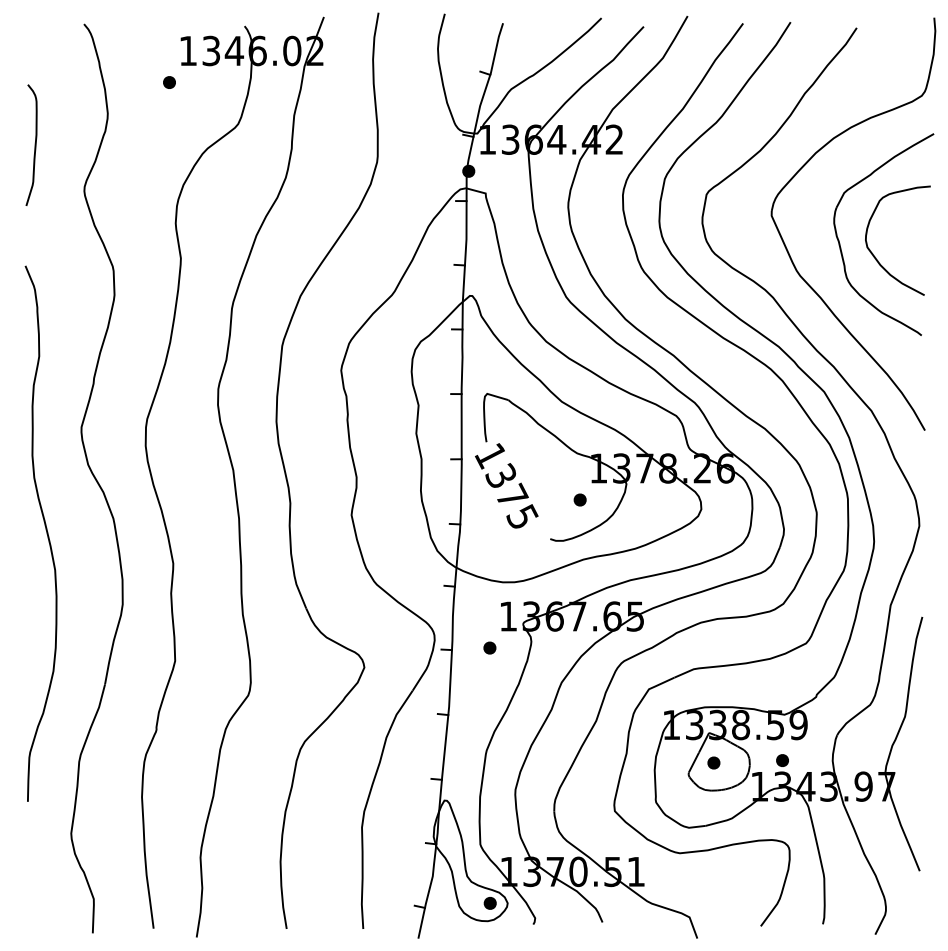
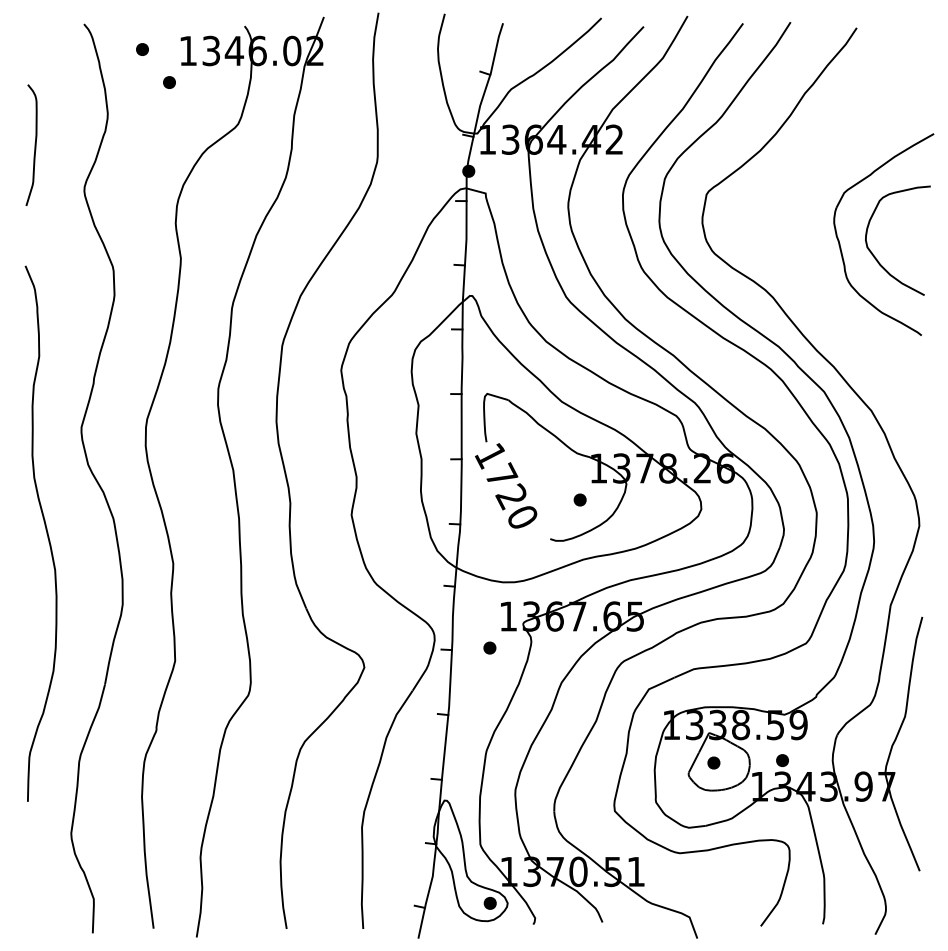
part at (142, 49): none -> present
part at (789, 252): present -> none
text at (511, 495): 1375 -> 1720
